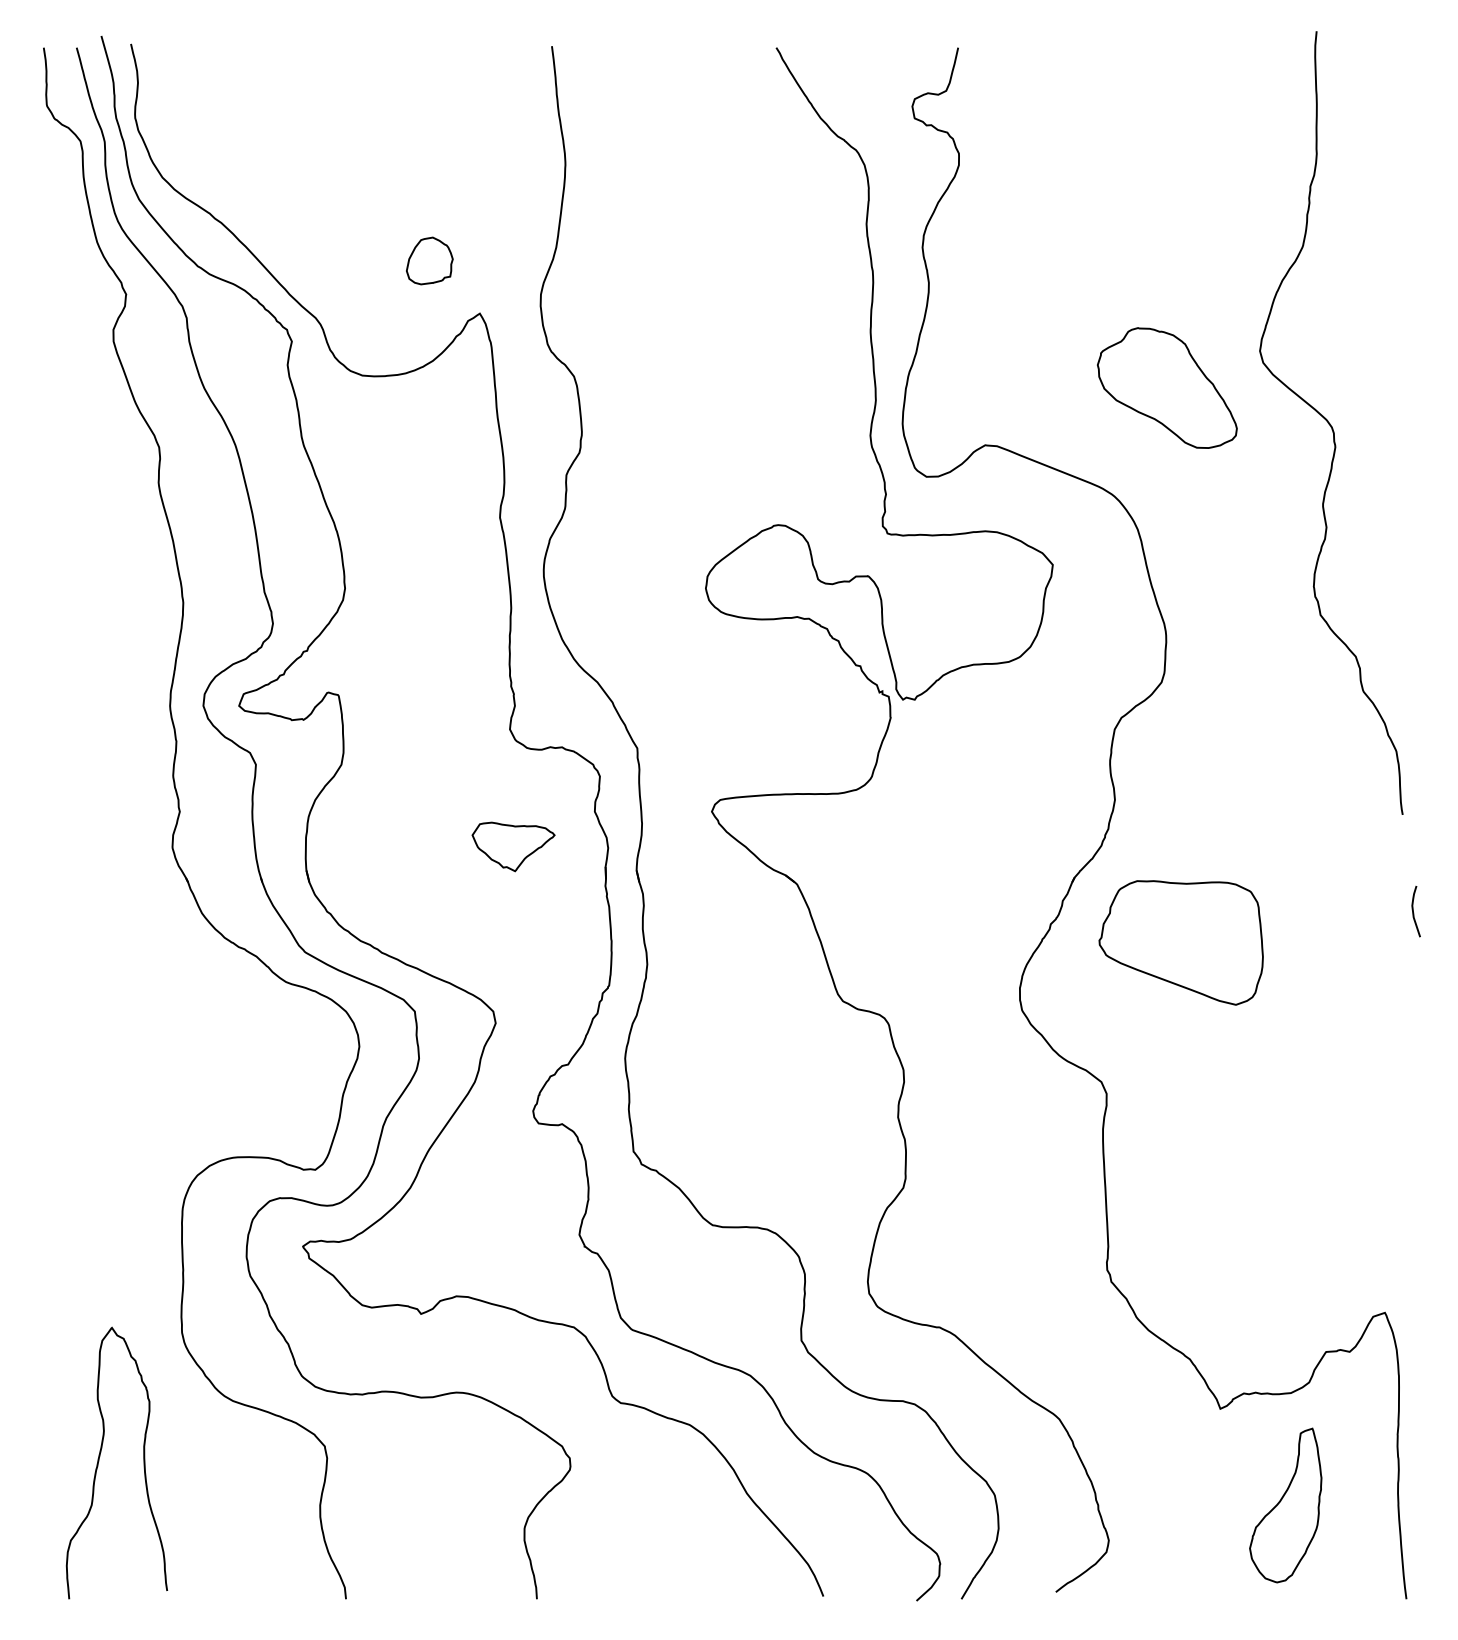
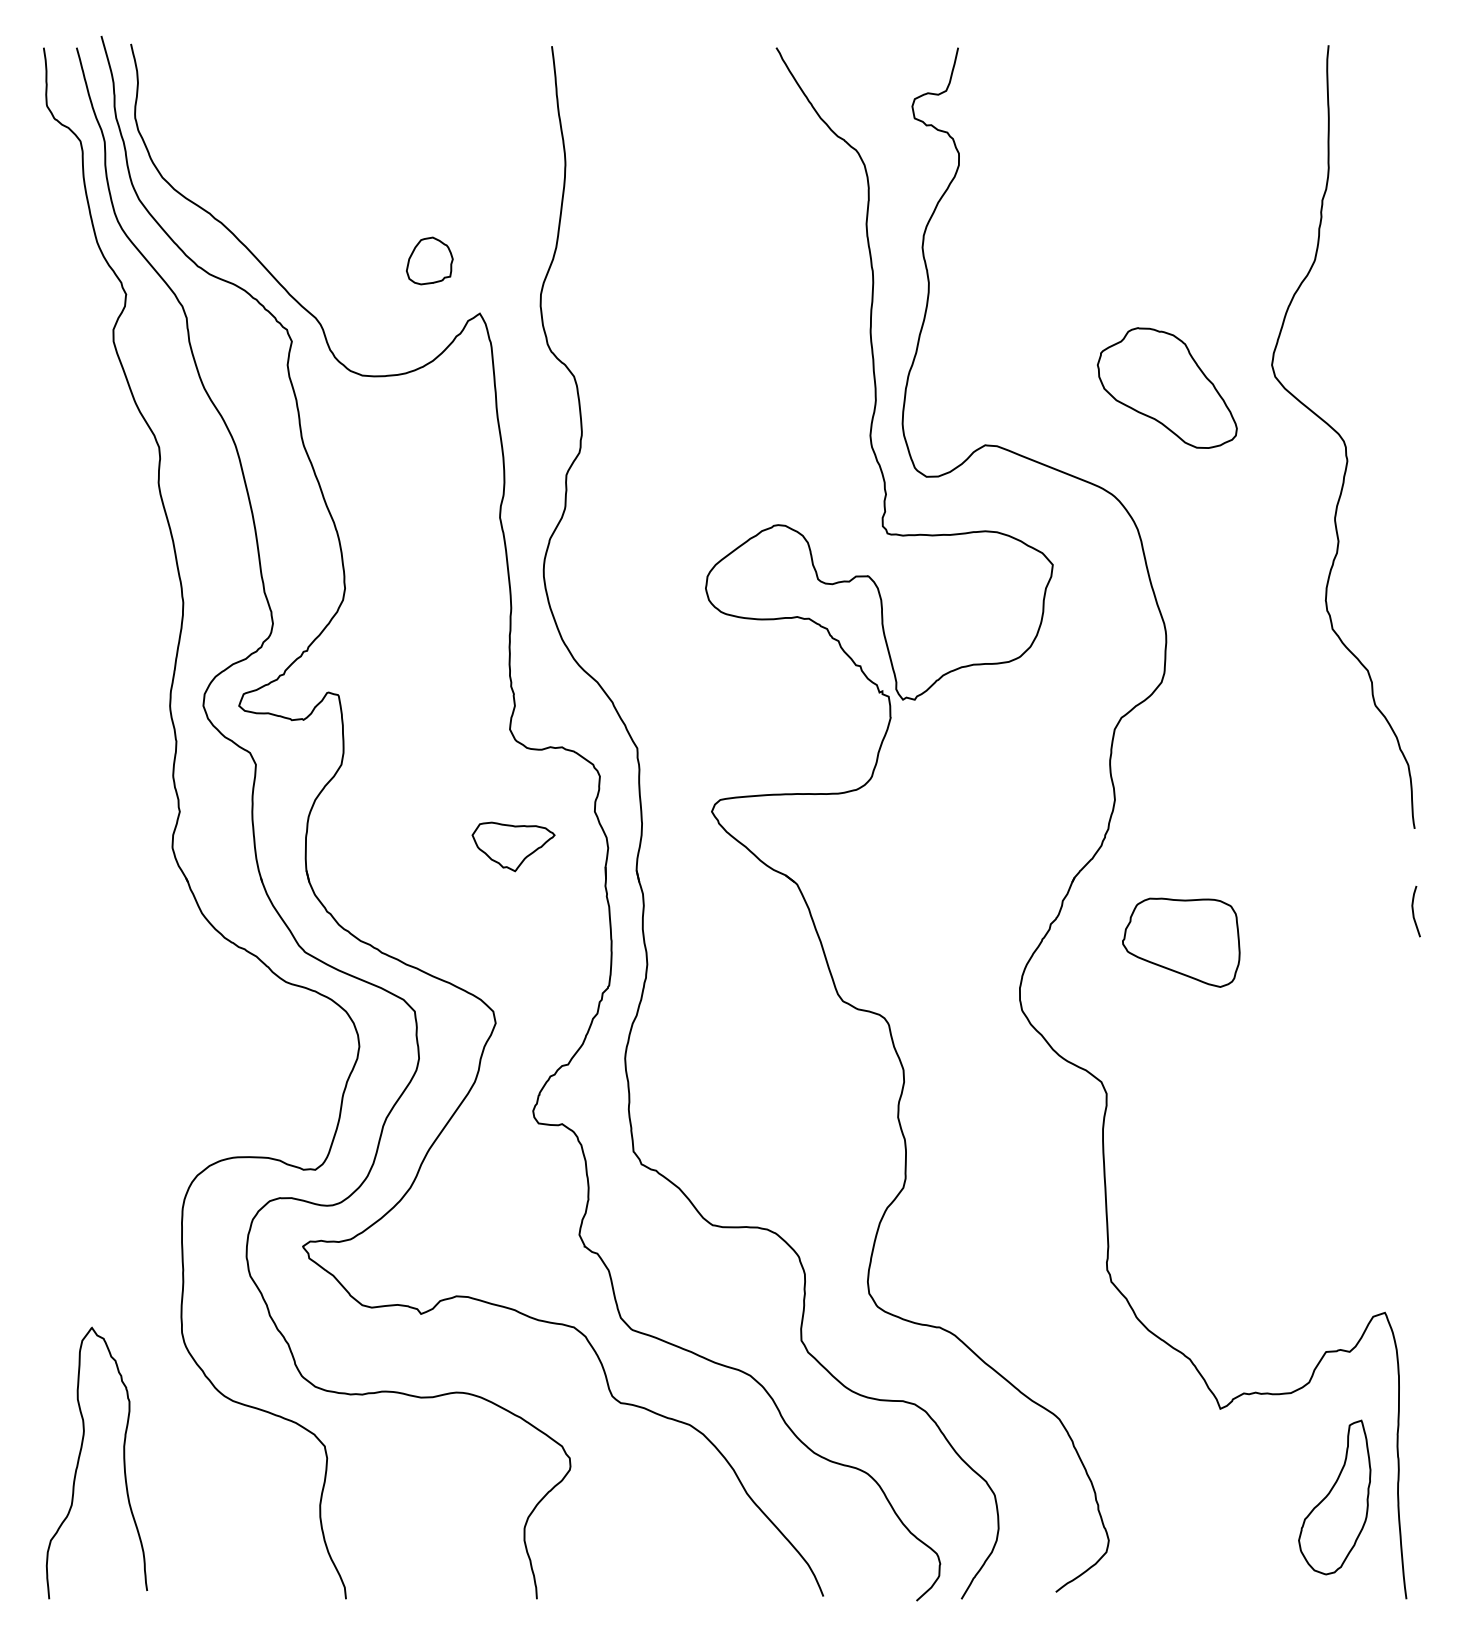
curve at (1330, 423) position: (1330, 423) -> (1342, 437)
part at (1180, 942) size: 166x126 px -> 119x91 px
curve at (99, 1461) position: (99, 1461) -> (79, 1461)
part at (1285, 1505) position: (1285, 1505) -> (1334, 1497)
